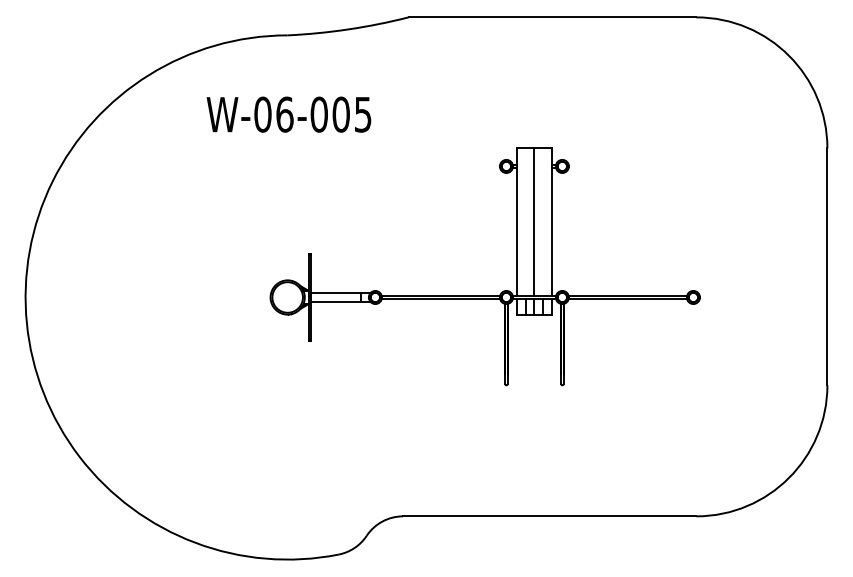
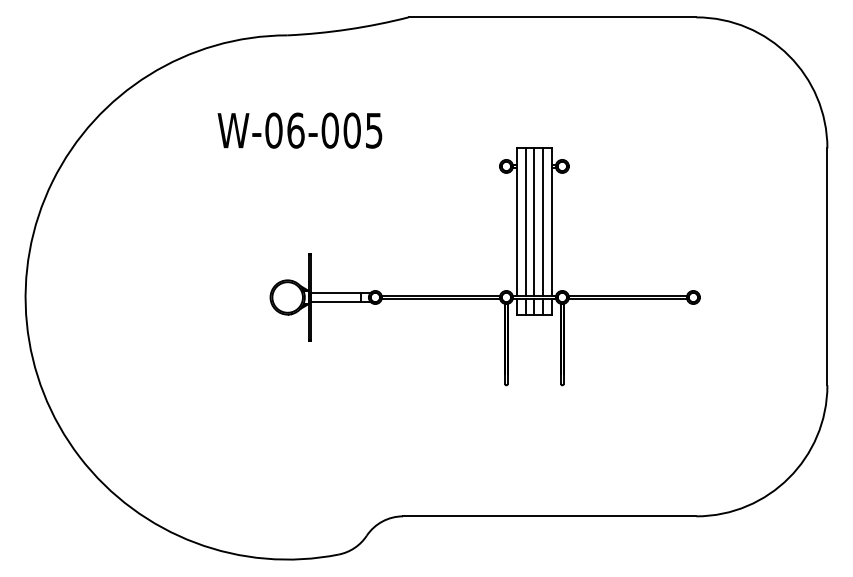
text at (288, 114) position: (288, 114) -> (299, 130)
line at (525, 222): none -> present
line at (543, 222): none -> present
